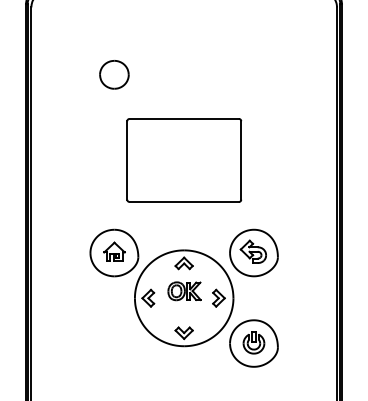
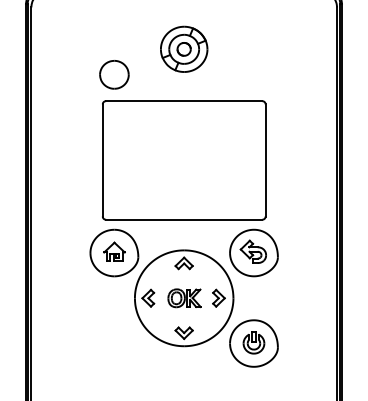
part at (184, 48): none -> present
part at (184, 160) size: 117x85 px -> 165x121 px
part at (184, 291) position: (184, 291) -> (184, 298)
